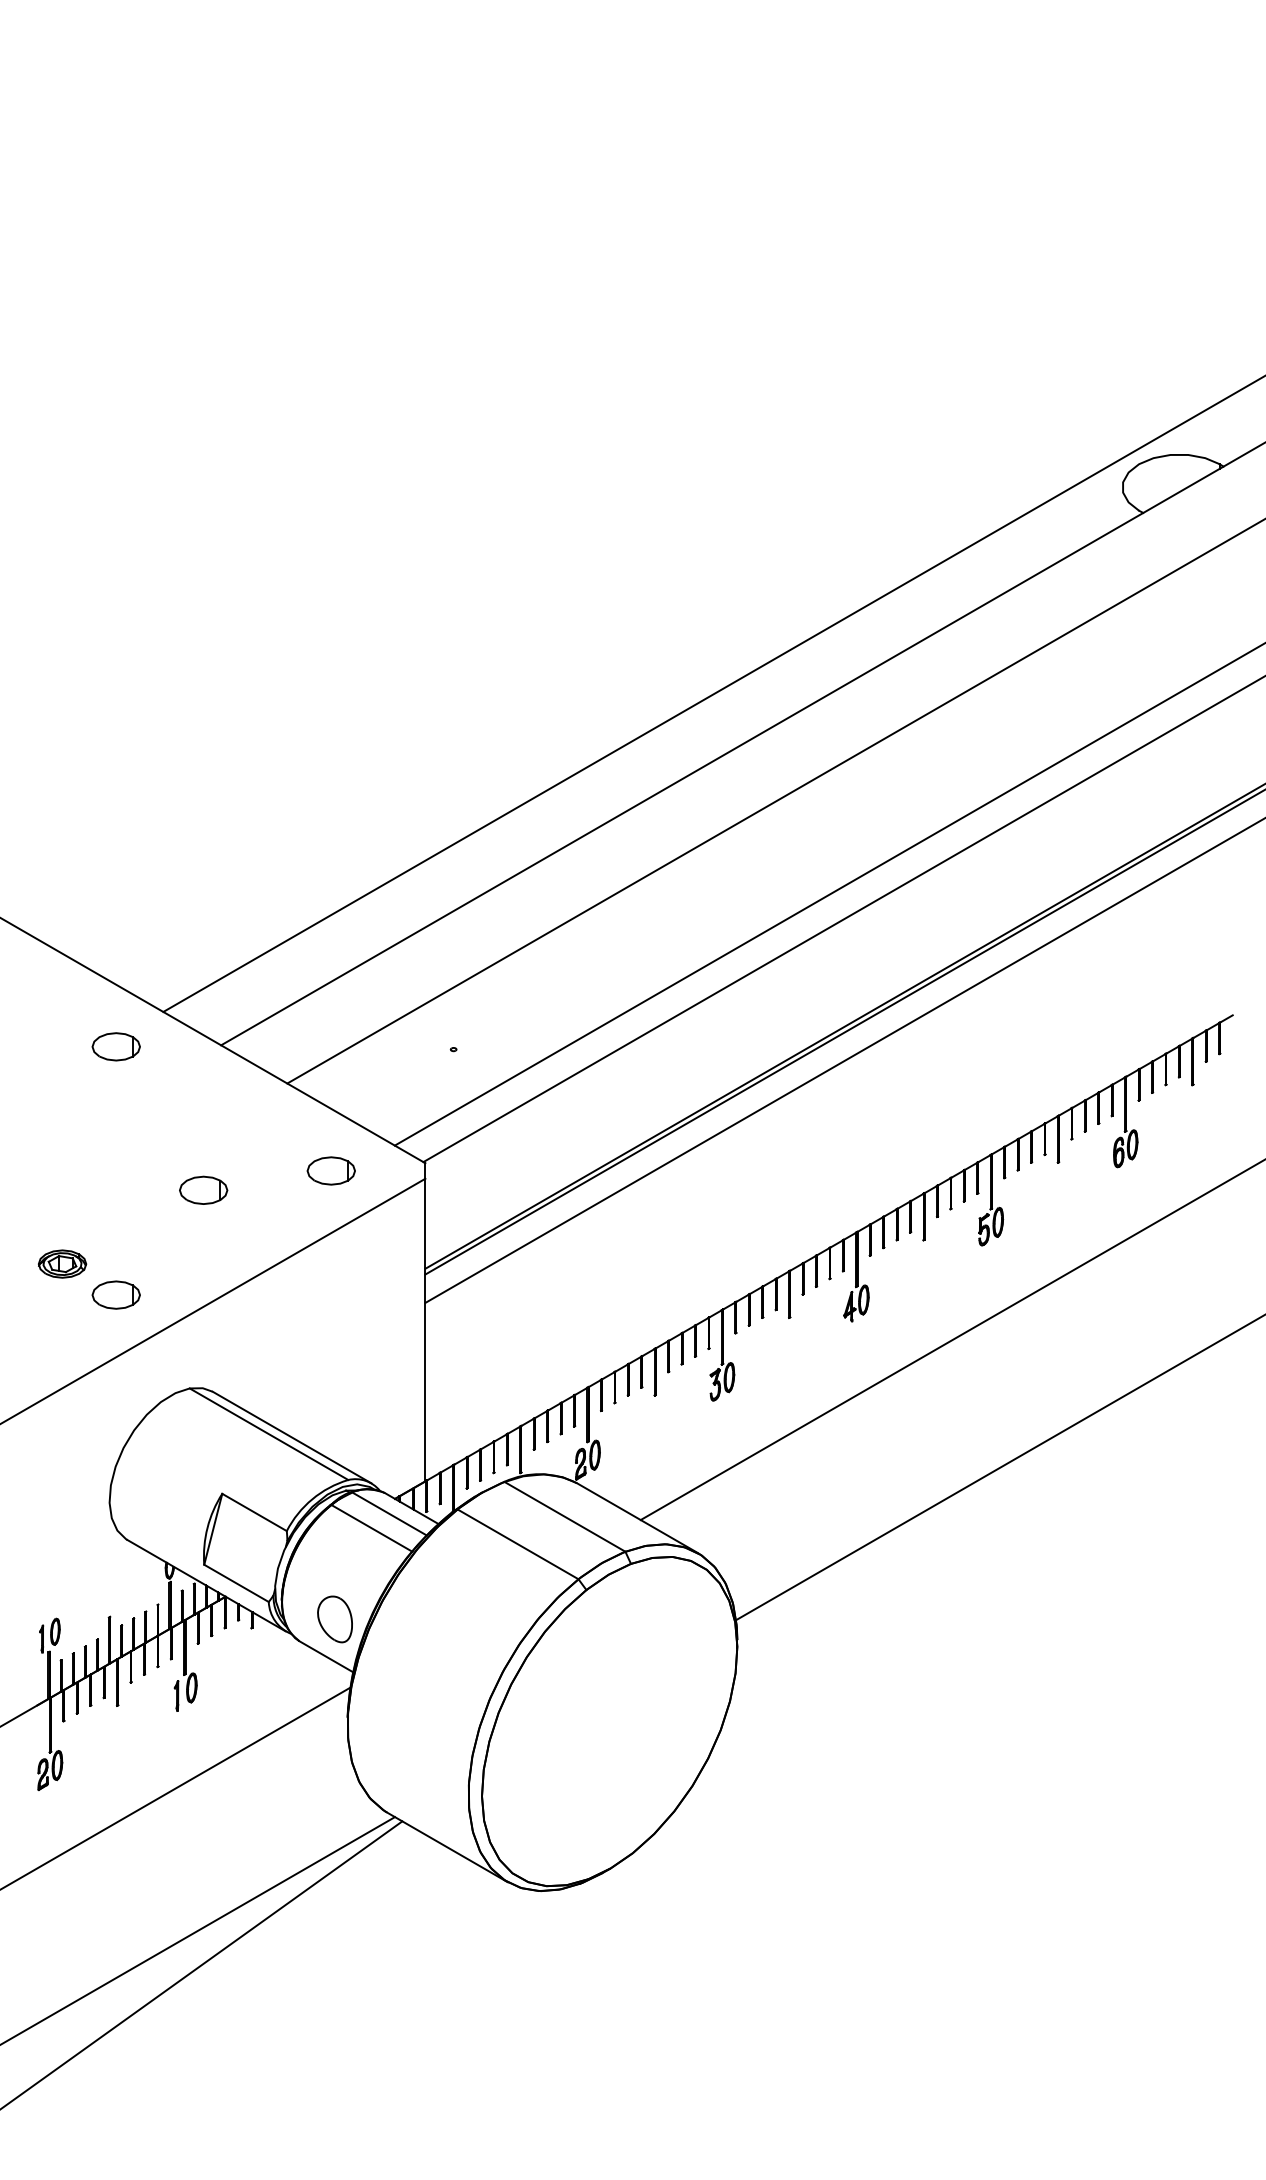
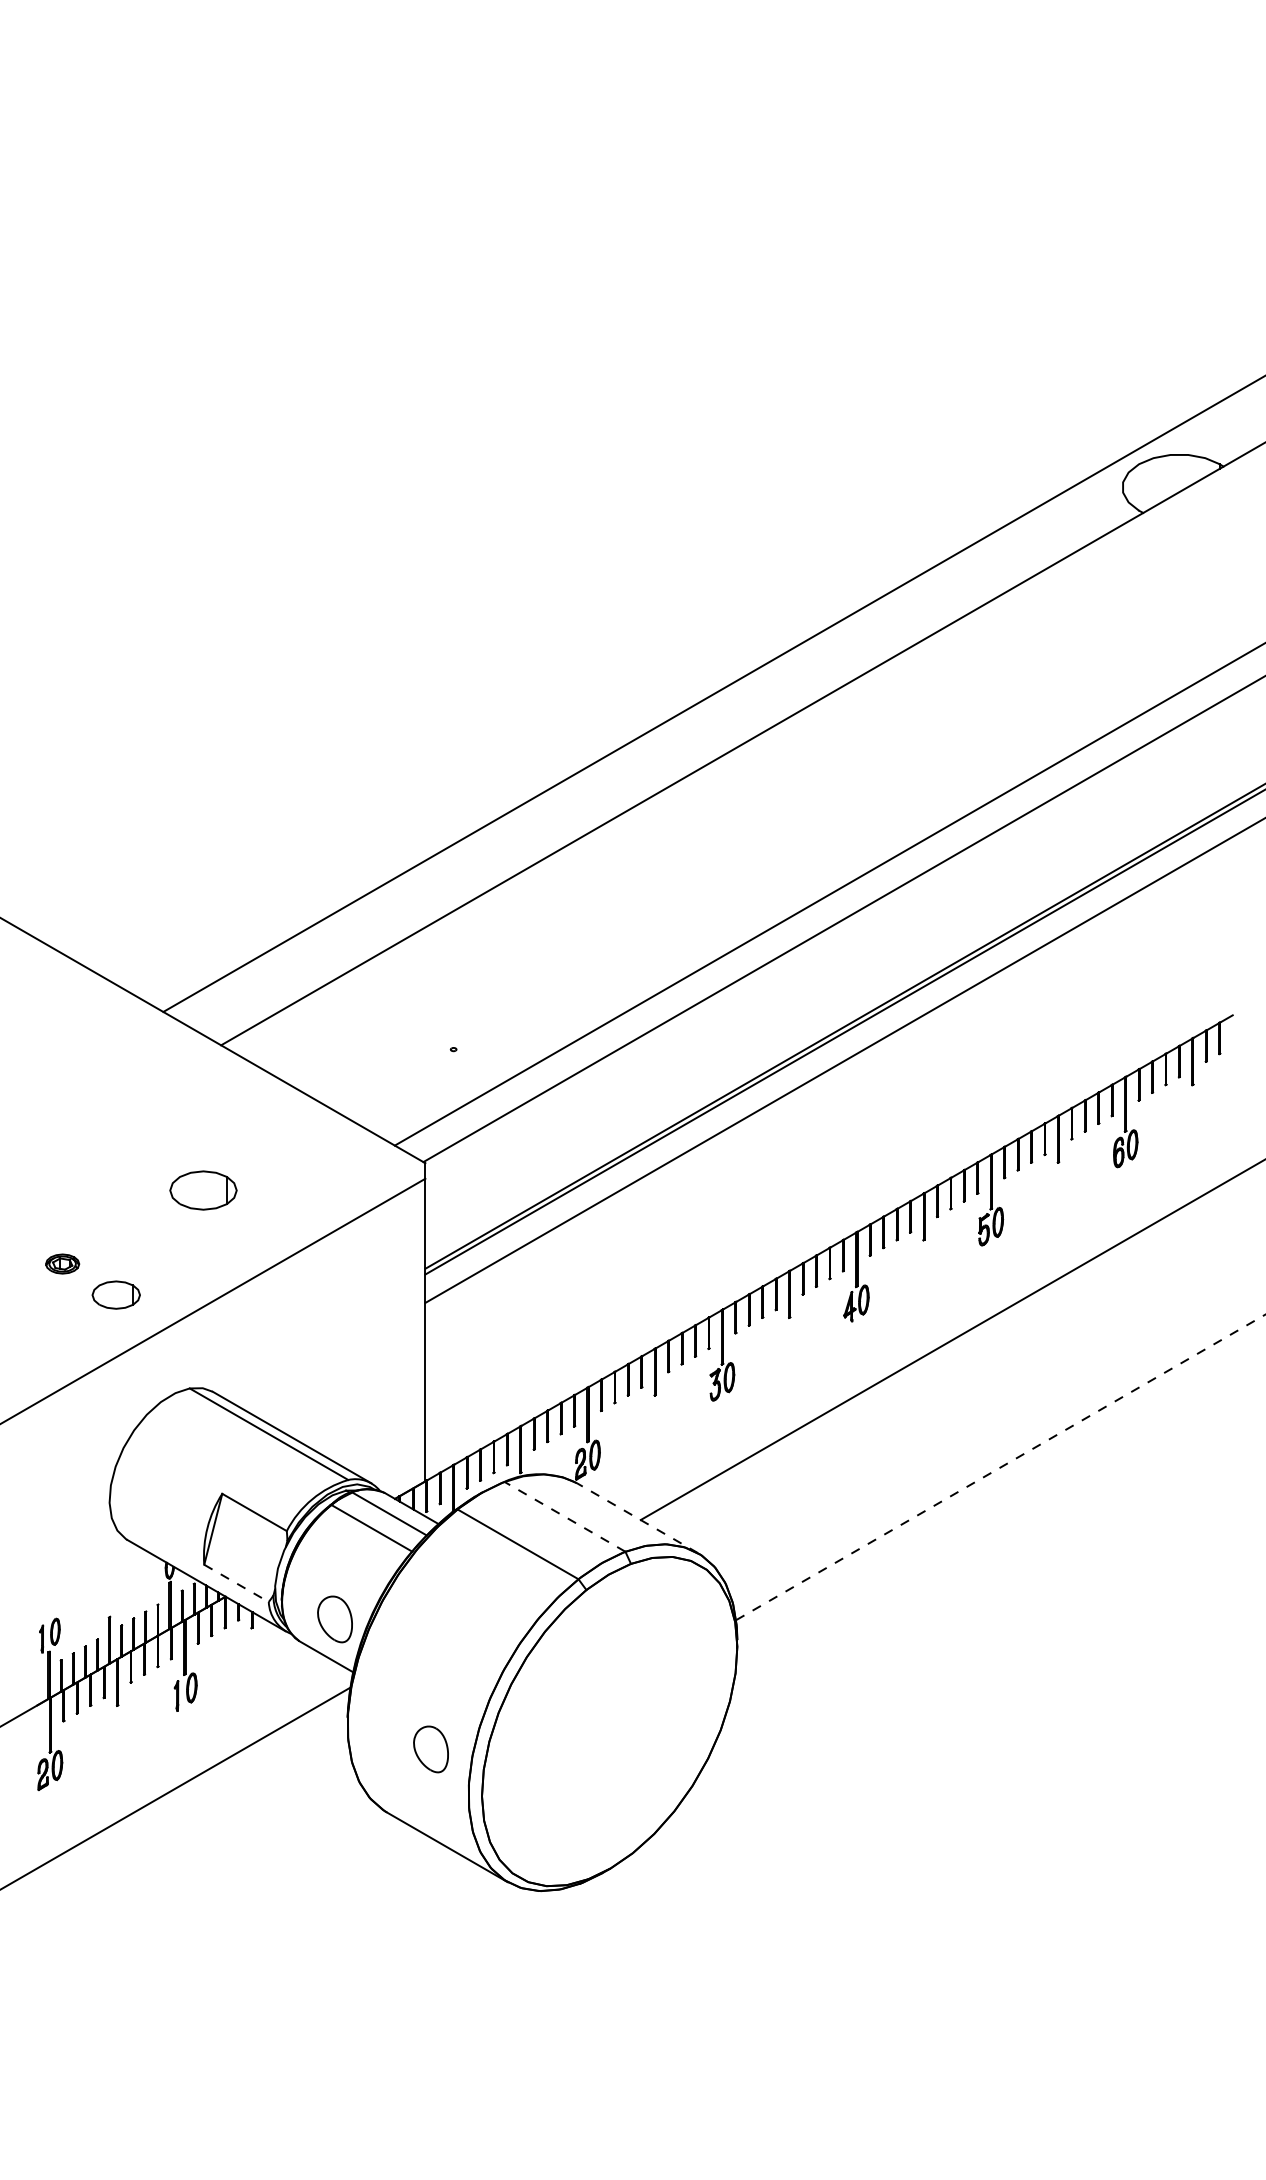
line at (774, 801): present -> none
part at (115, 1046): present -> none
part at (330, 1170): present -> none
part at (203, 1189) size: 50x30 px -> 69x41 px
part at (62, 1263) size: 50x30 px -> 36x22 px
line at (1001, 1467): solid -> dashed
line at (564, 1516): solid -> dashed
line at (637, 1518): solid -> dashed
line at (236, 1583): solid -> dashed
part at (430, 1749): none -> present
line at (198, 1930): present -> none
line at (202, 1964): present -> none
